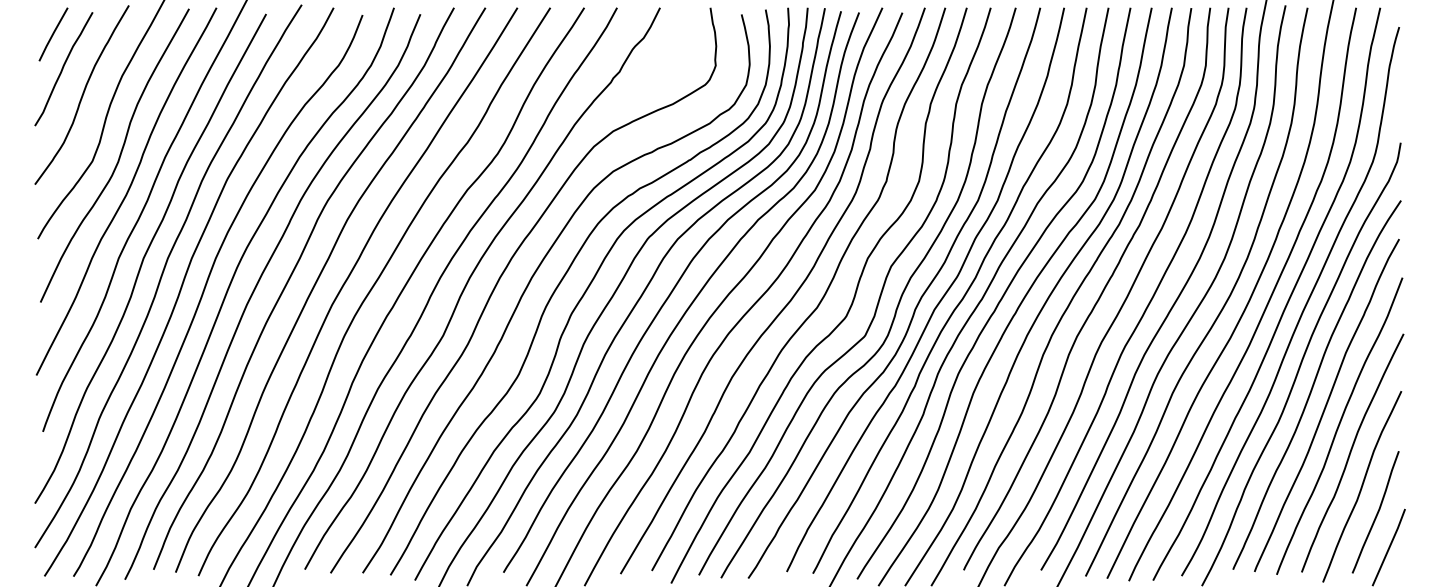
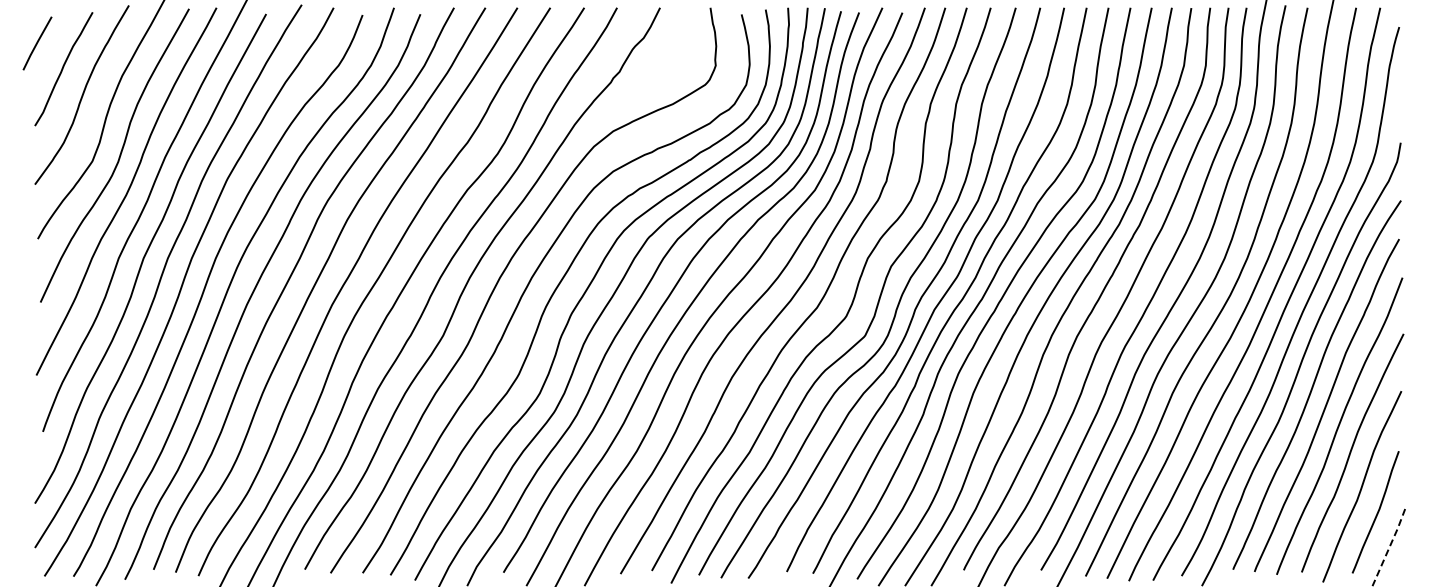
line at (53, 34) position: (53, 34) -> (37, 43)
line at (1389, 547): solid -> dashed
